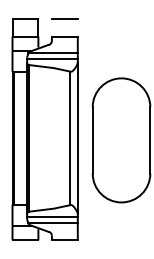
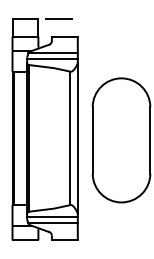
line at (64, 18) position: (64, 18) -> (58, 18)
